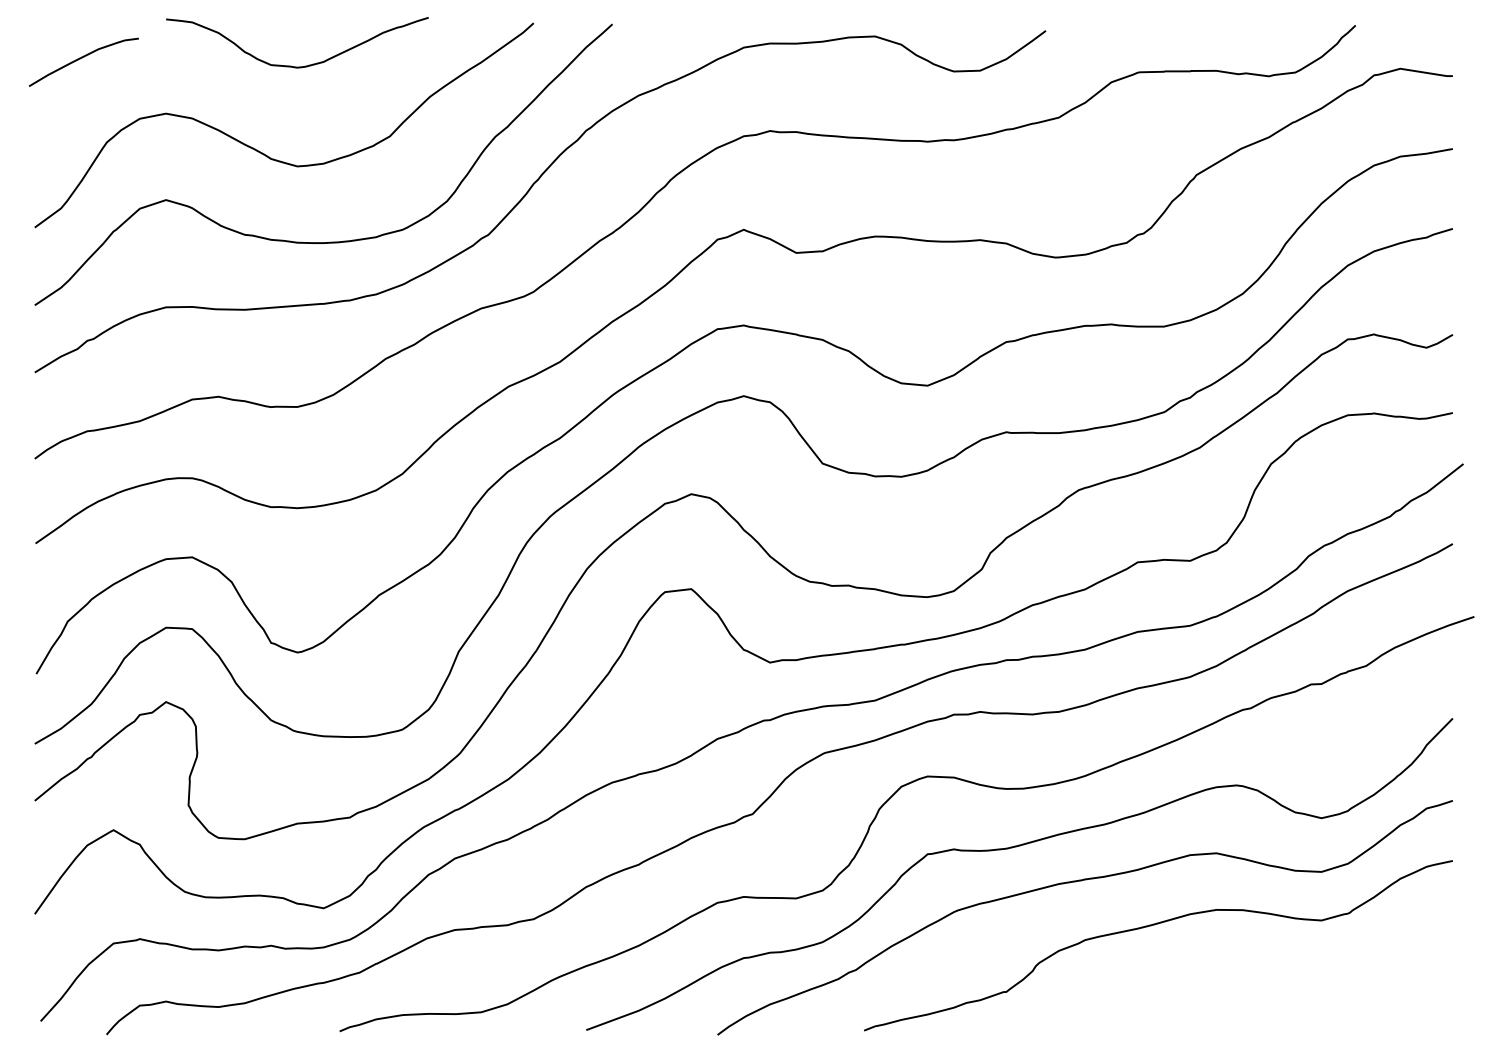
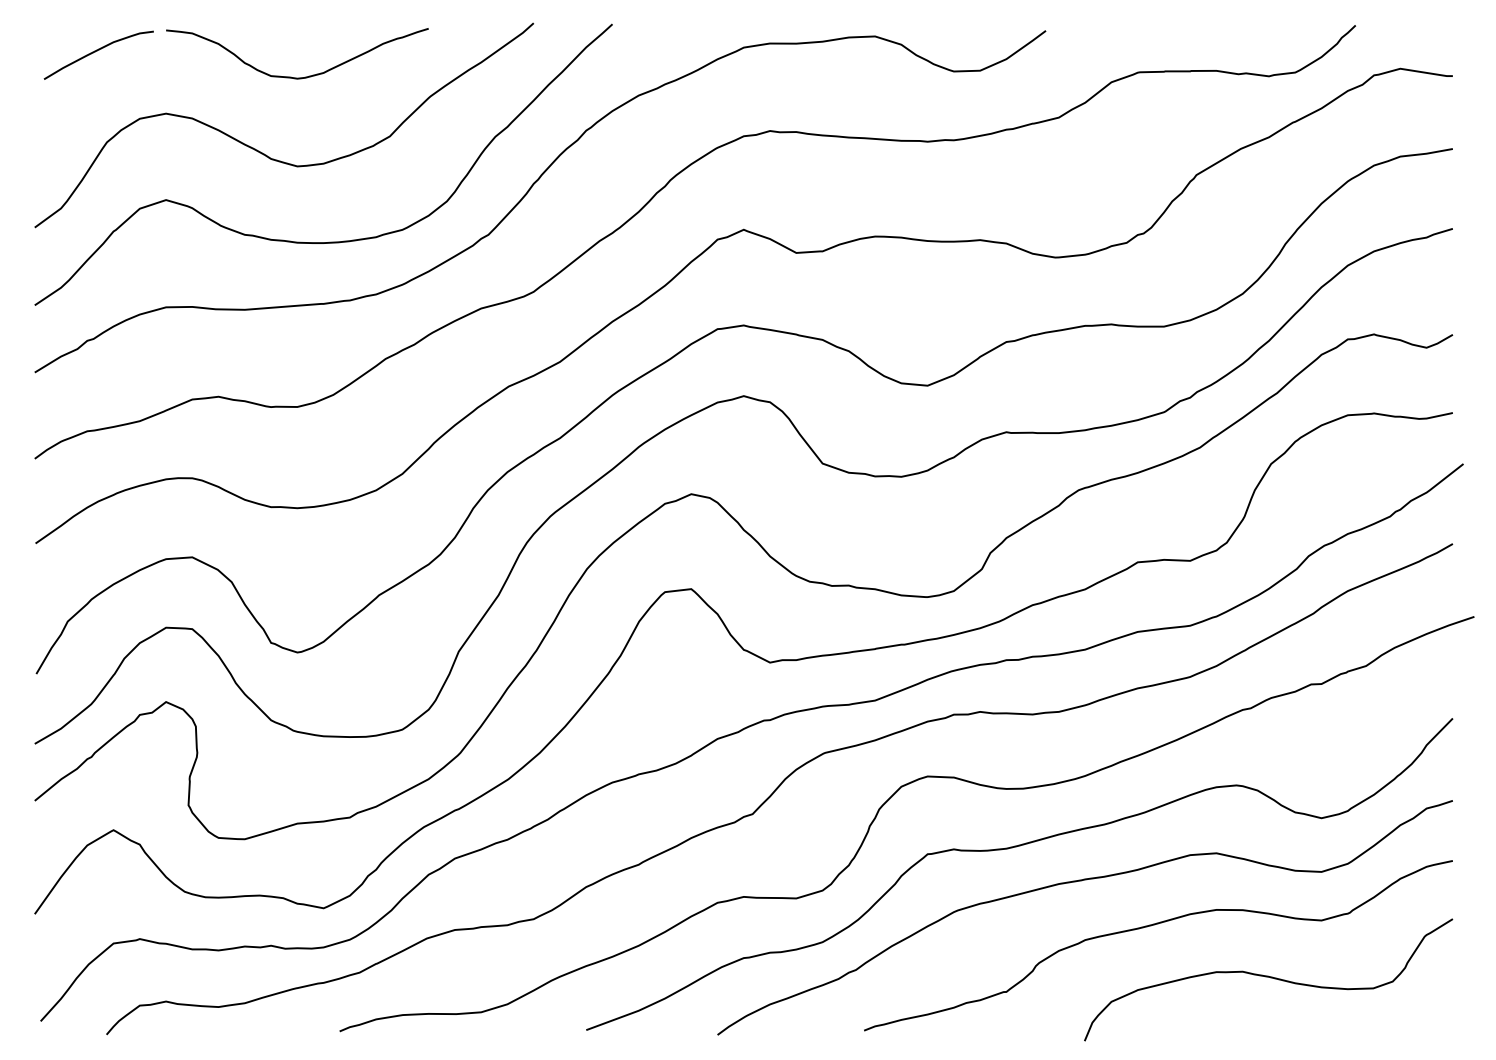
curve at (82, 58) position: (82, 58) -> (97, 51)
curve at (291, 65) position: (291, 65) -> (291, 76)
curve at (1268, 977): none -> present
